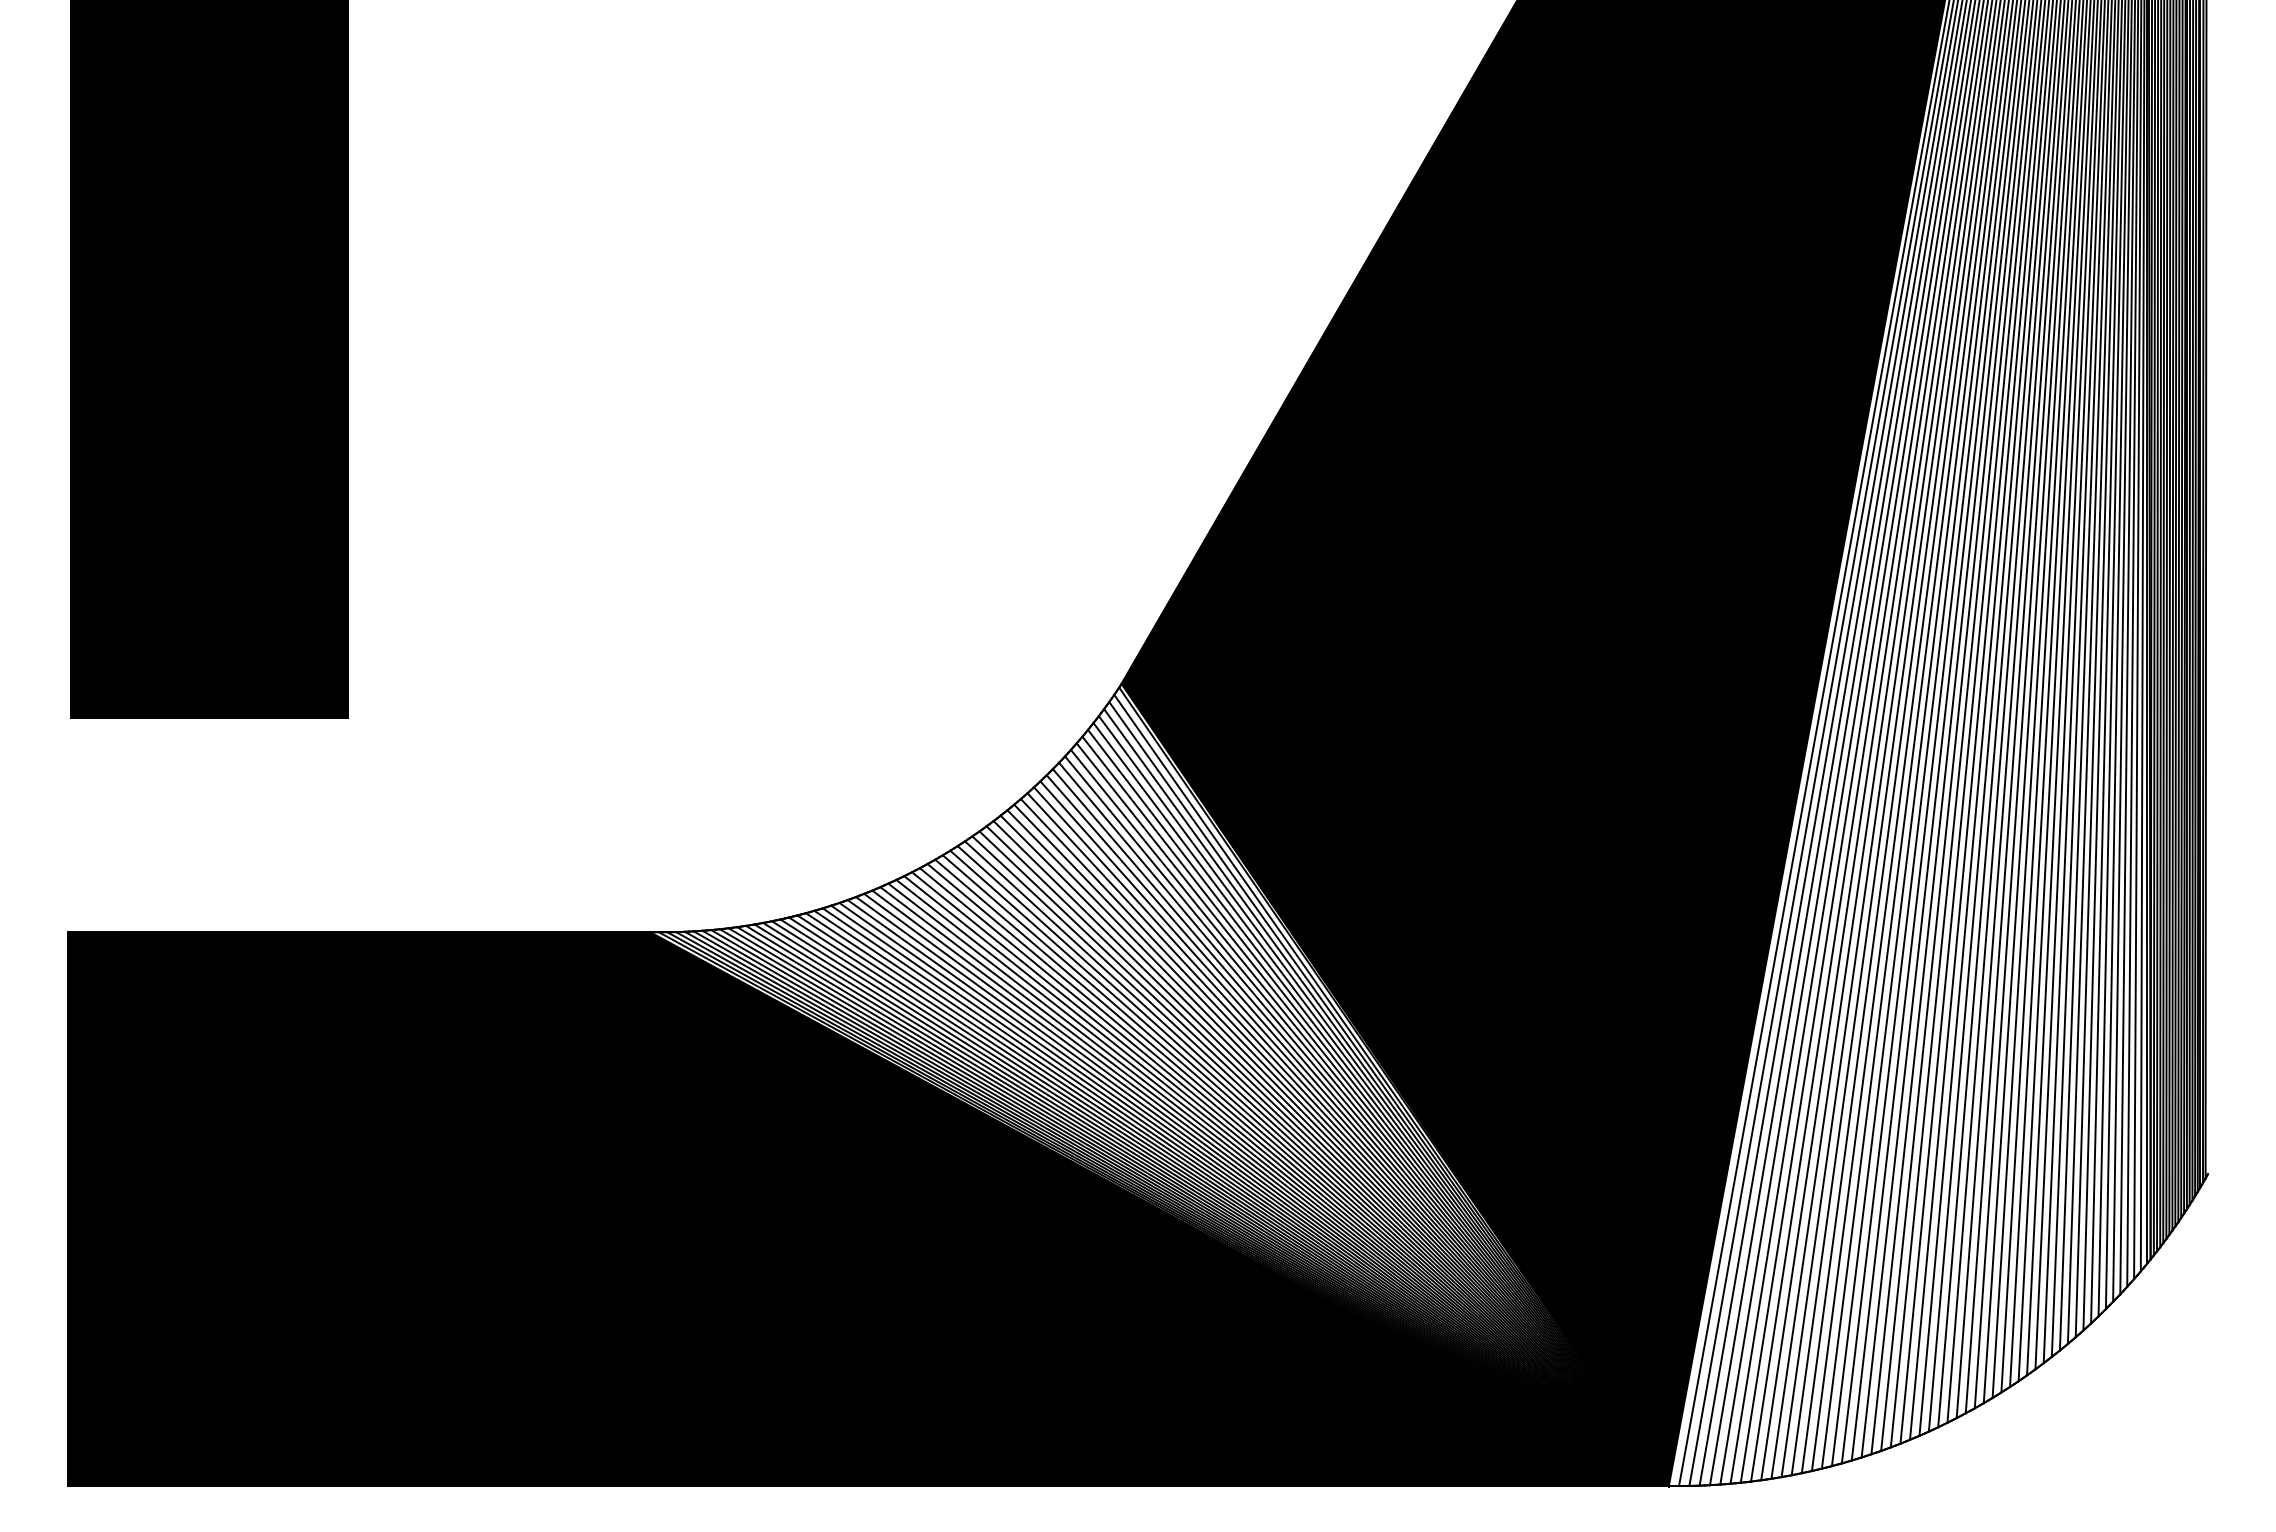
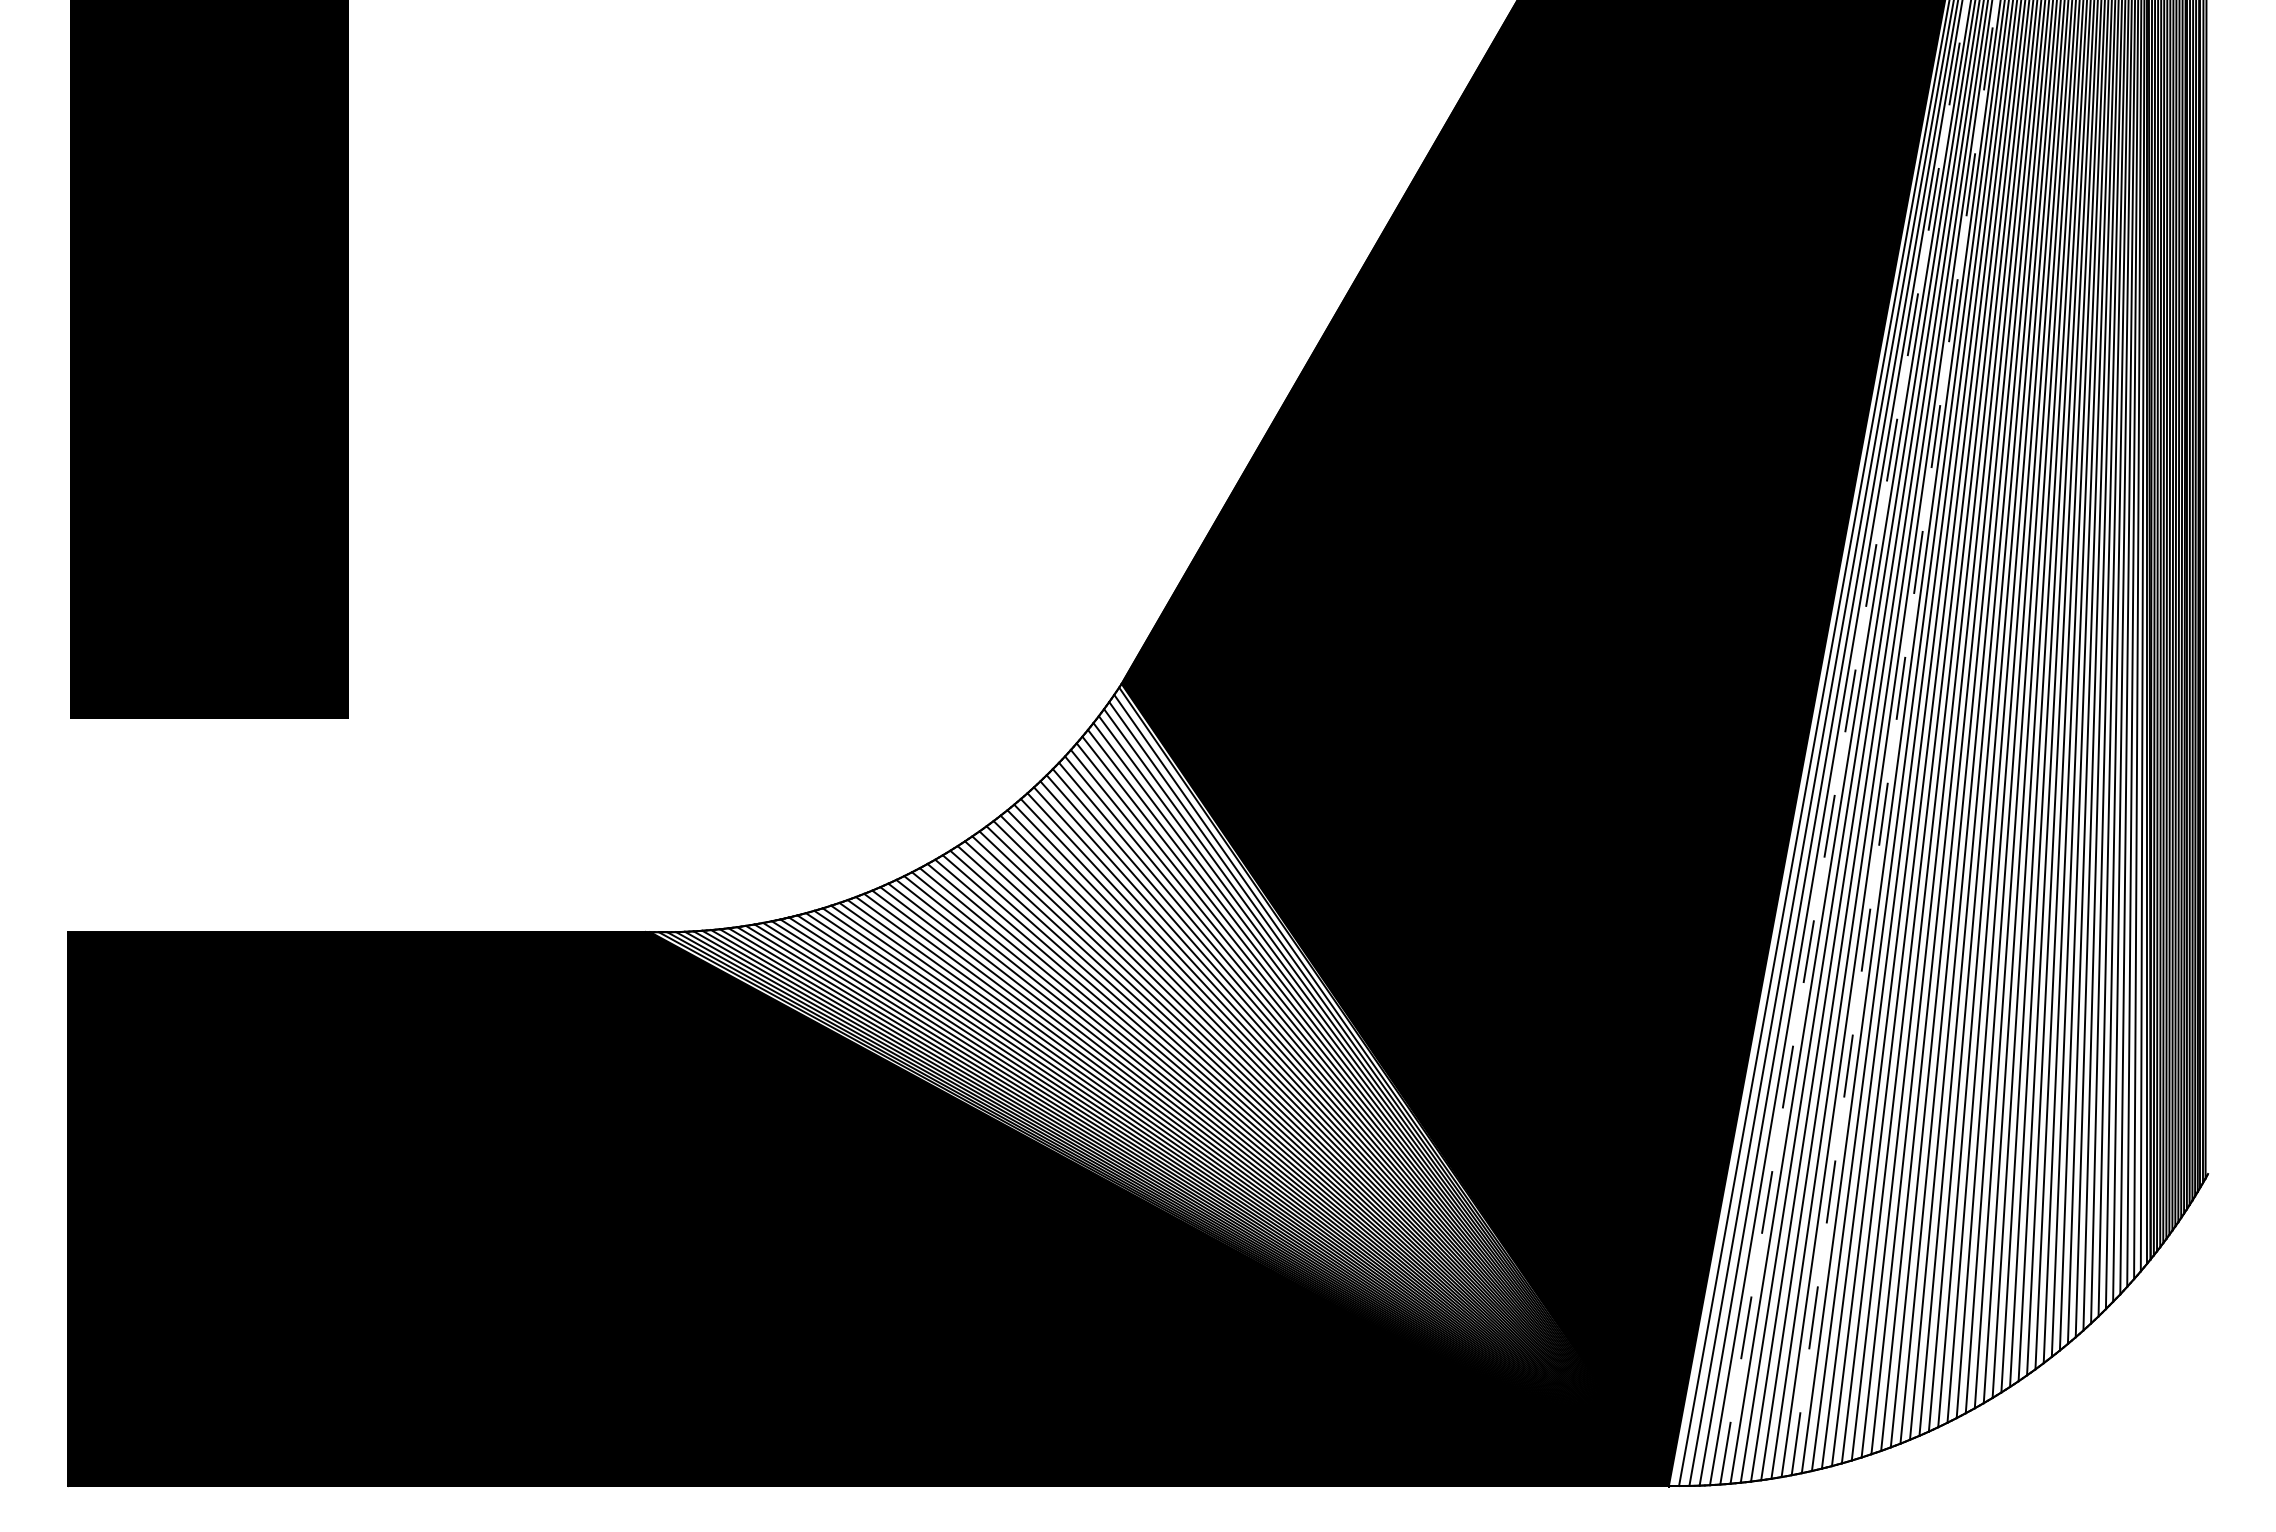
line at (1894, 737): solid -> dashed
line at (1843, 742): solid -> dashed
